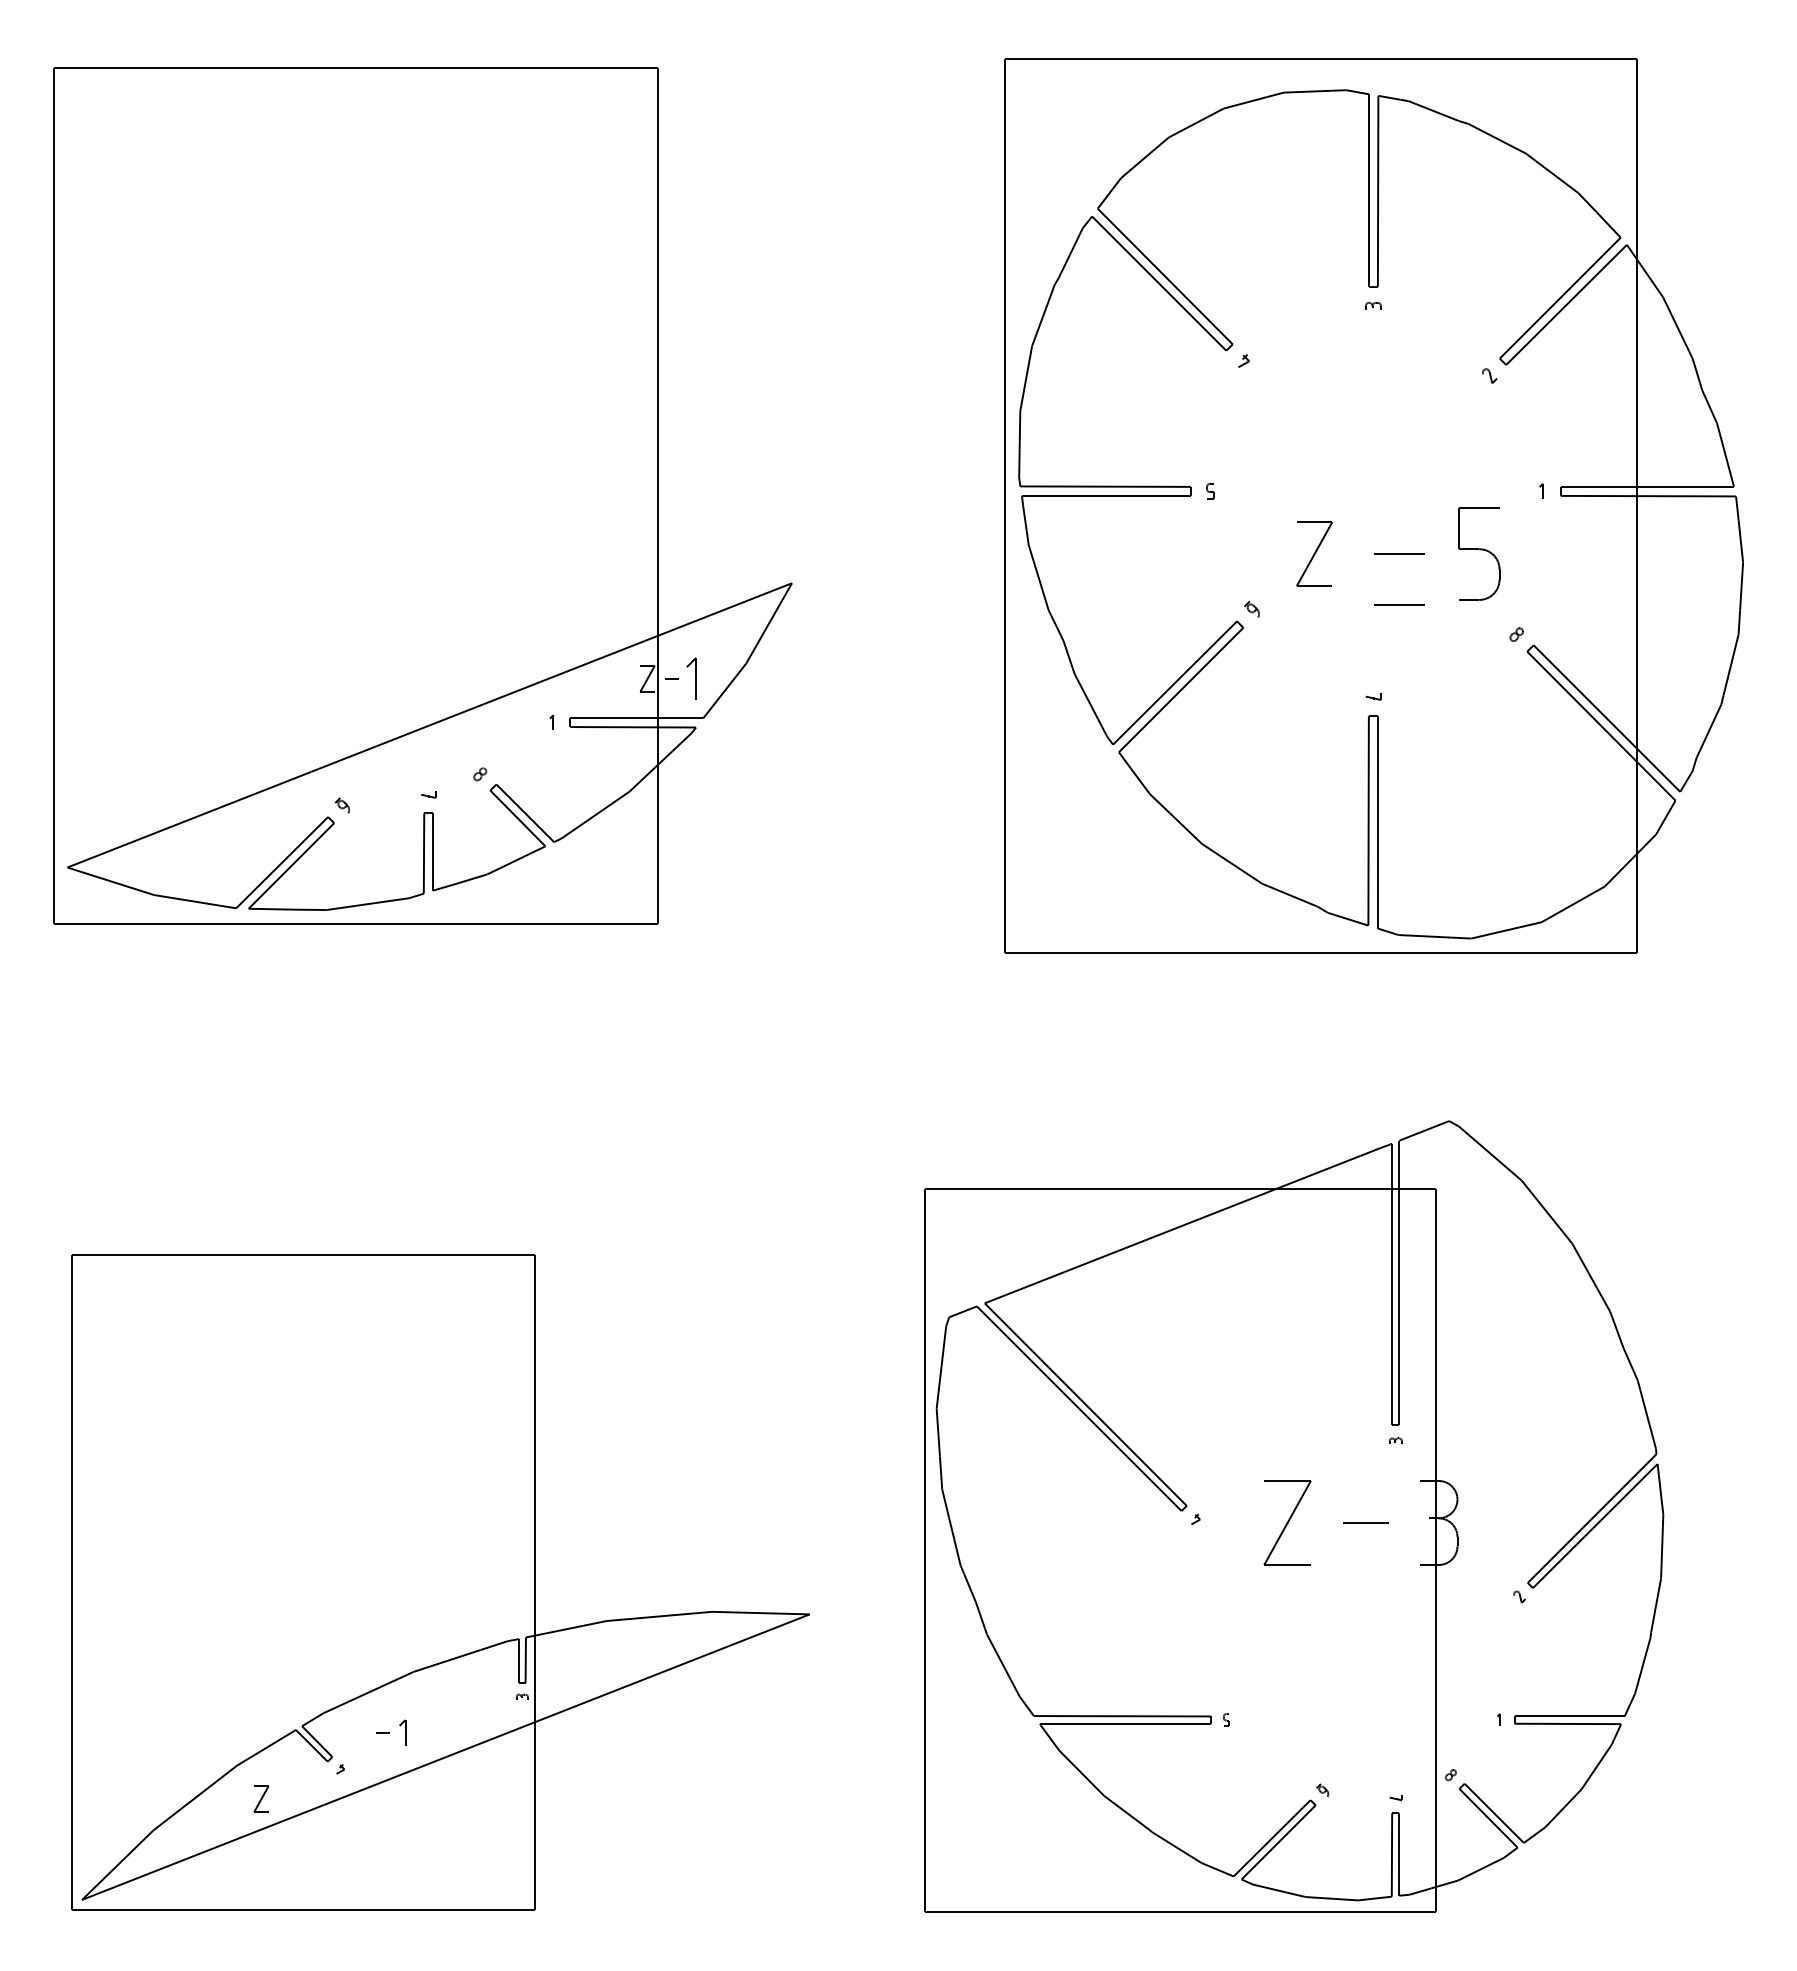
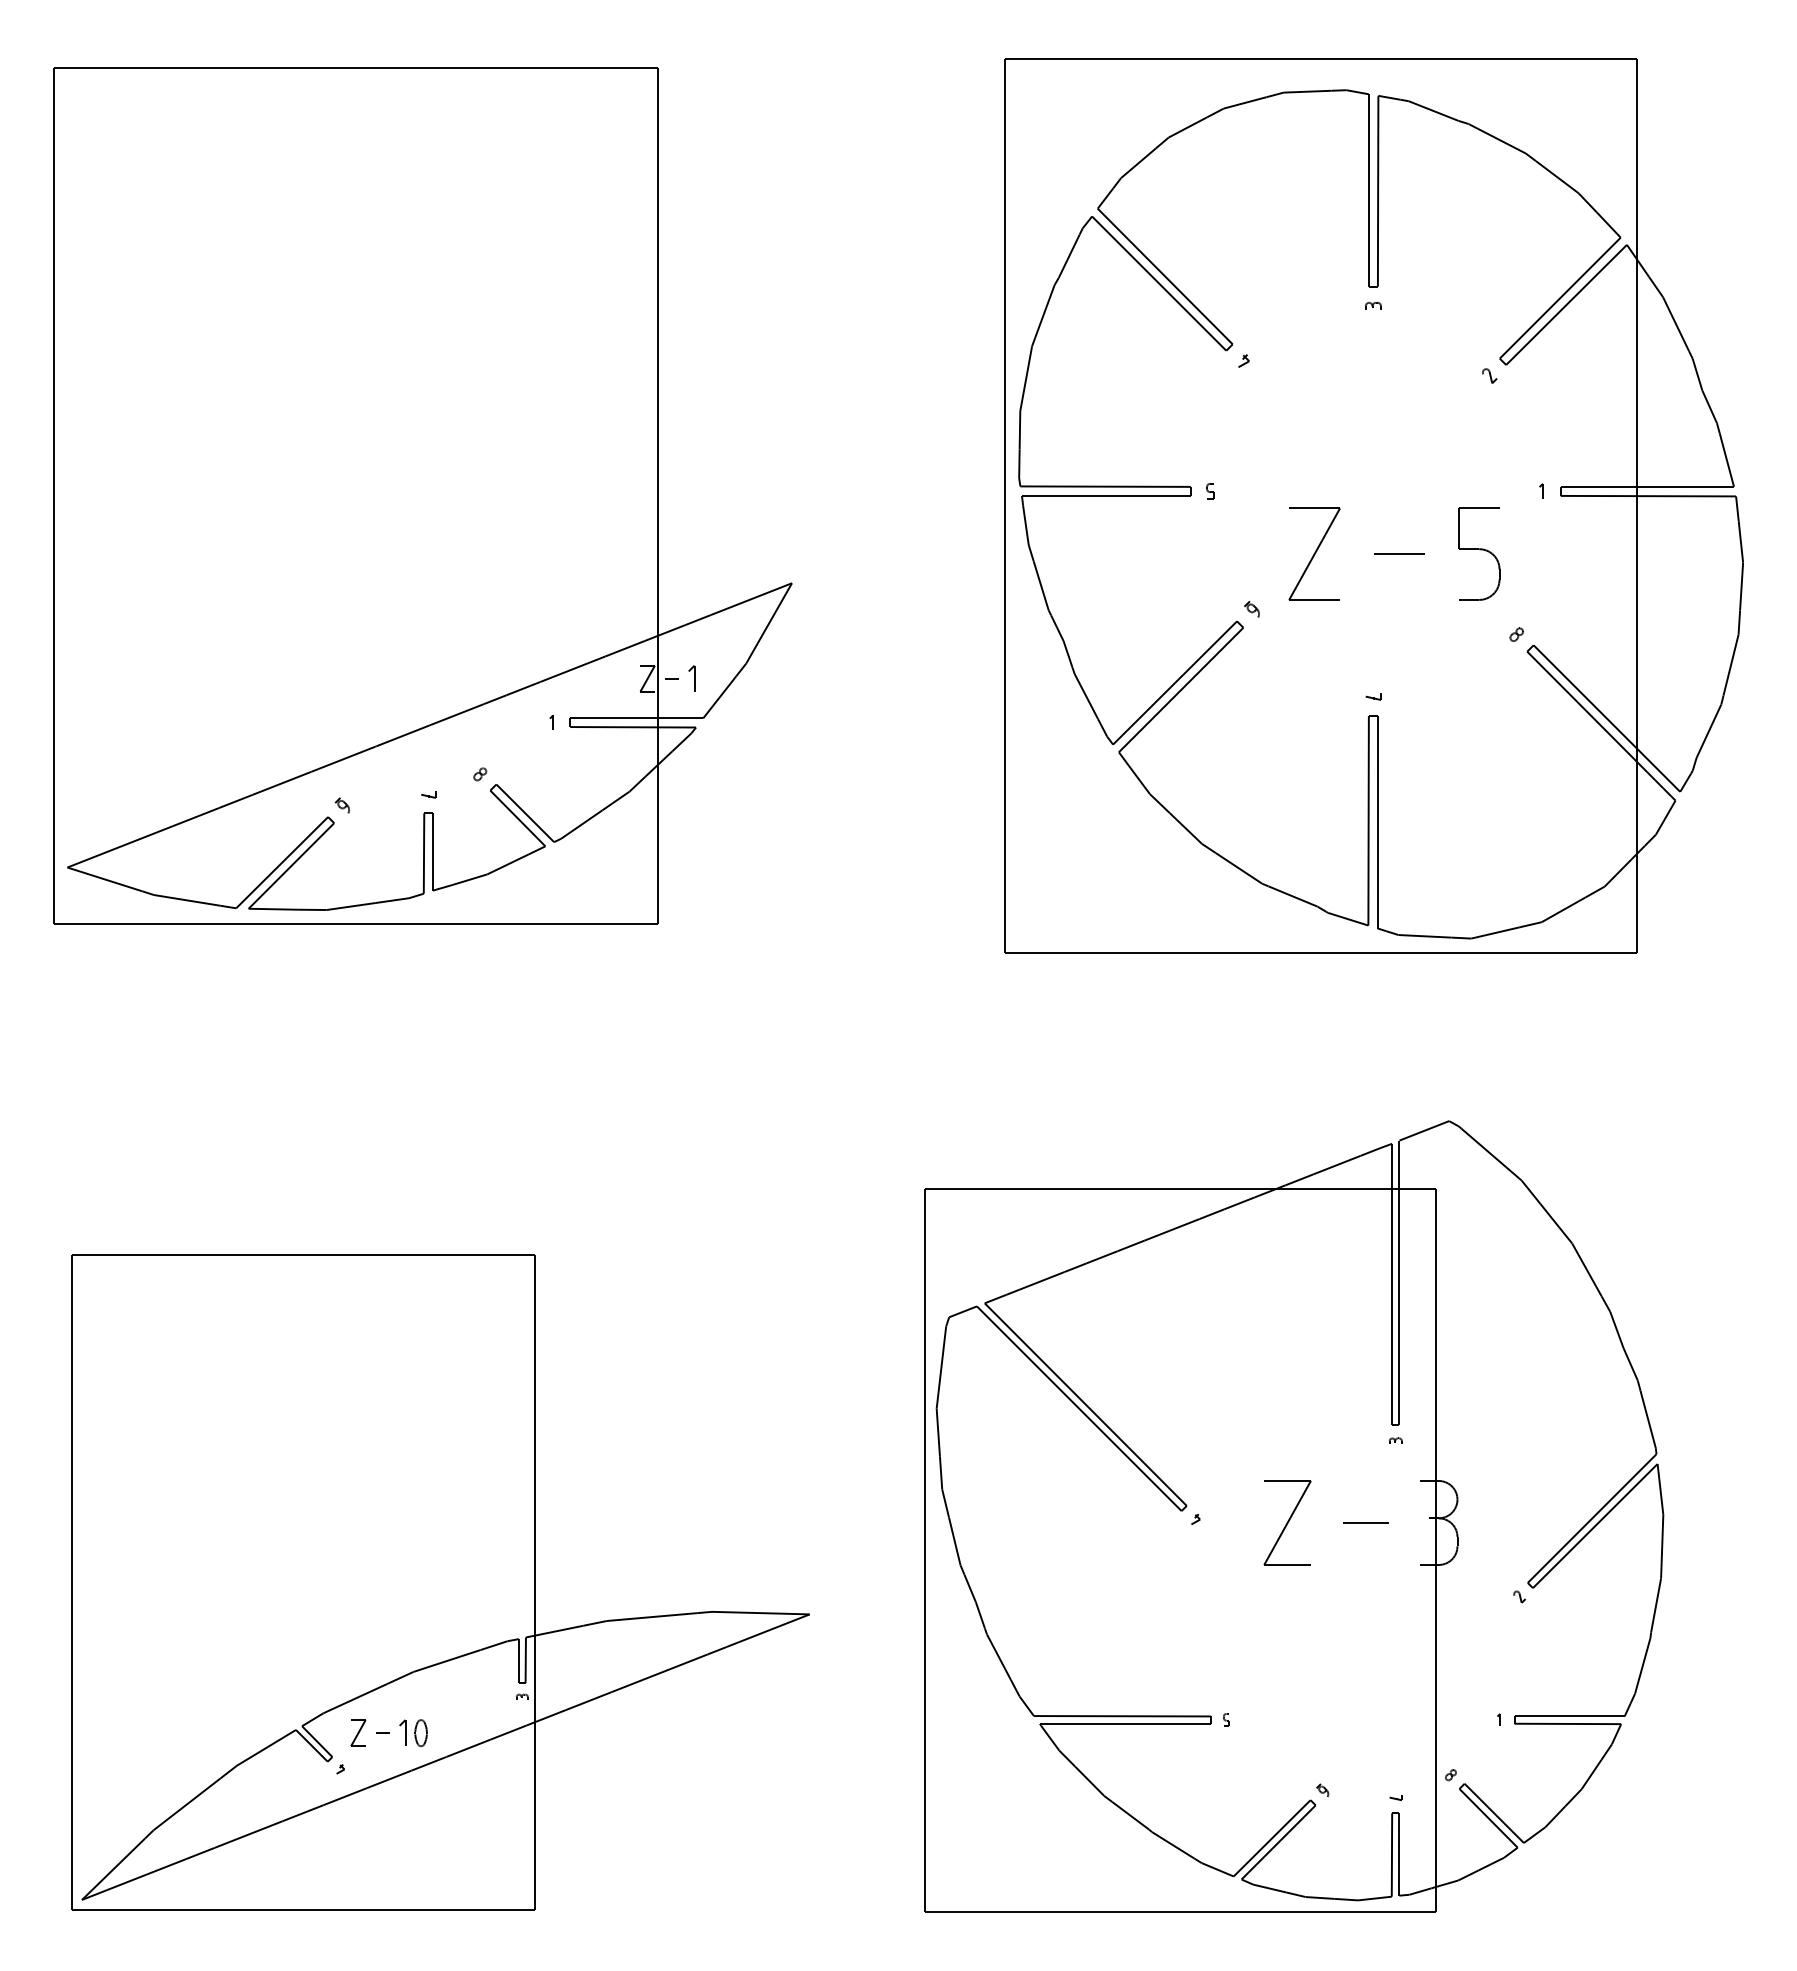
part at (1314, 553) size: 37x66 px -> 53x94 px
line at (1399, 604): present -> none
part at (691, 678) size: 11x43 px -> 8x27 px
part at (420, 1733): none -> present
part at (261, 1798) position: (261, 1798) -> (358, 1732)
